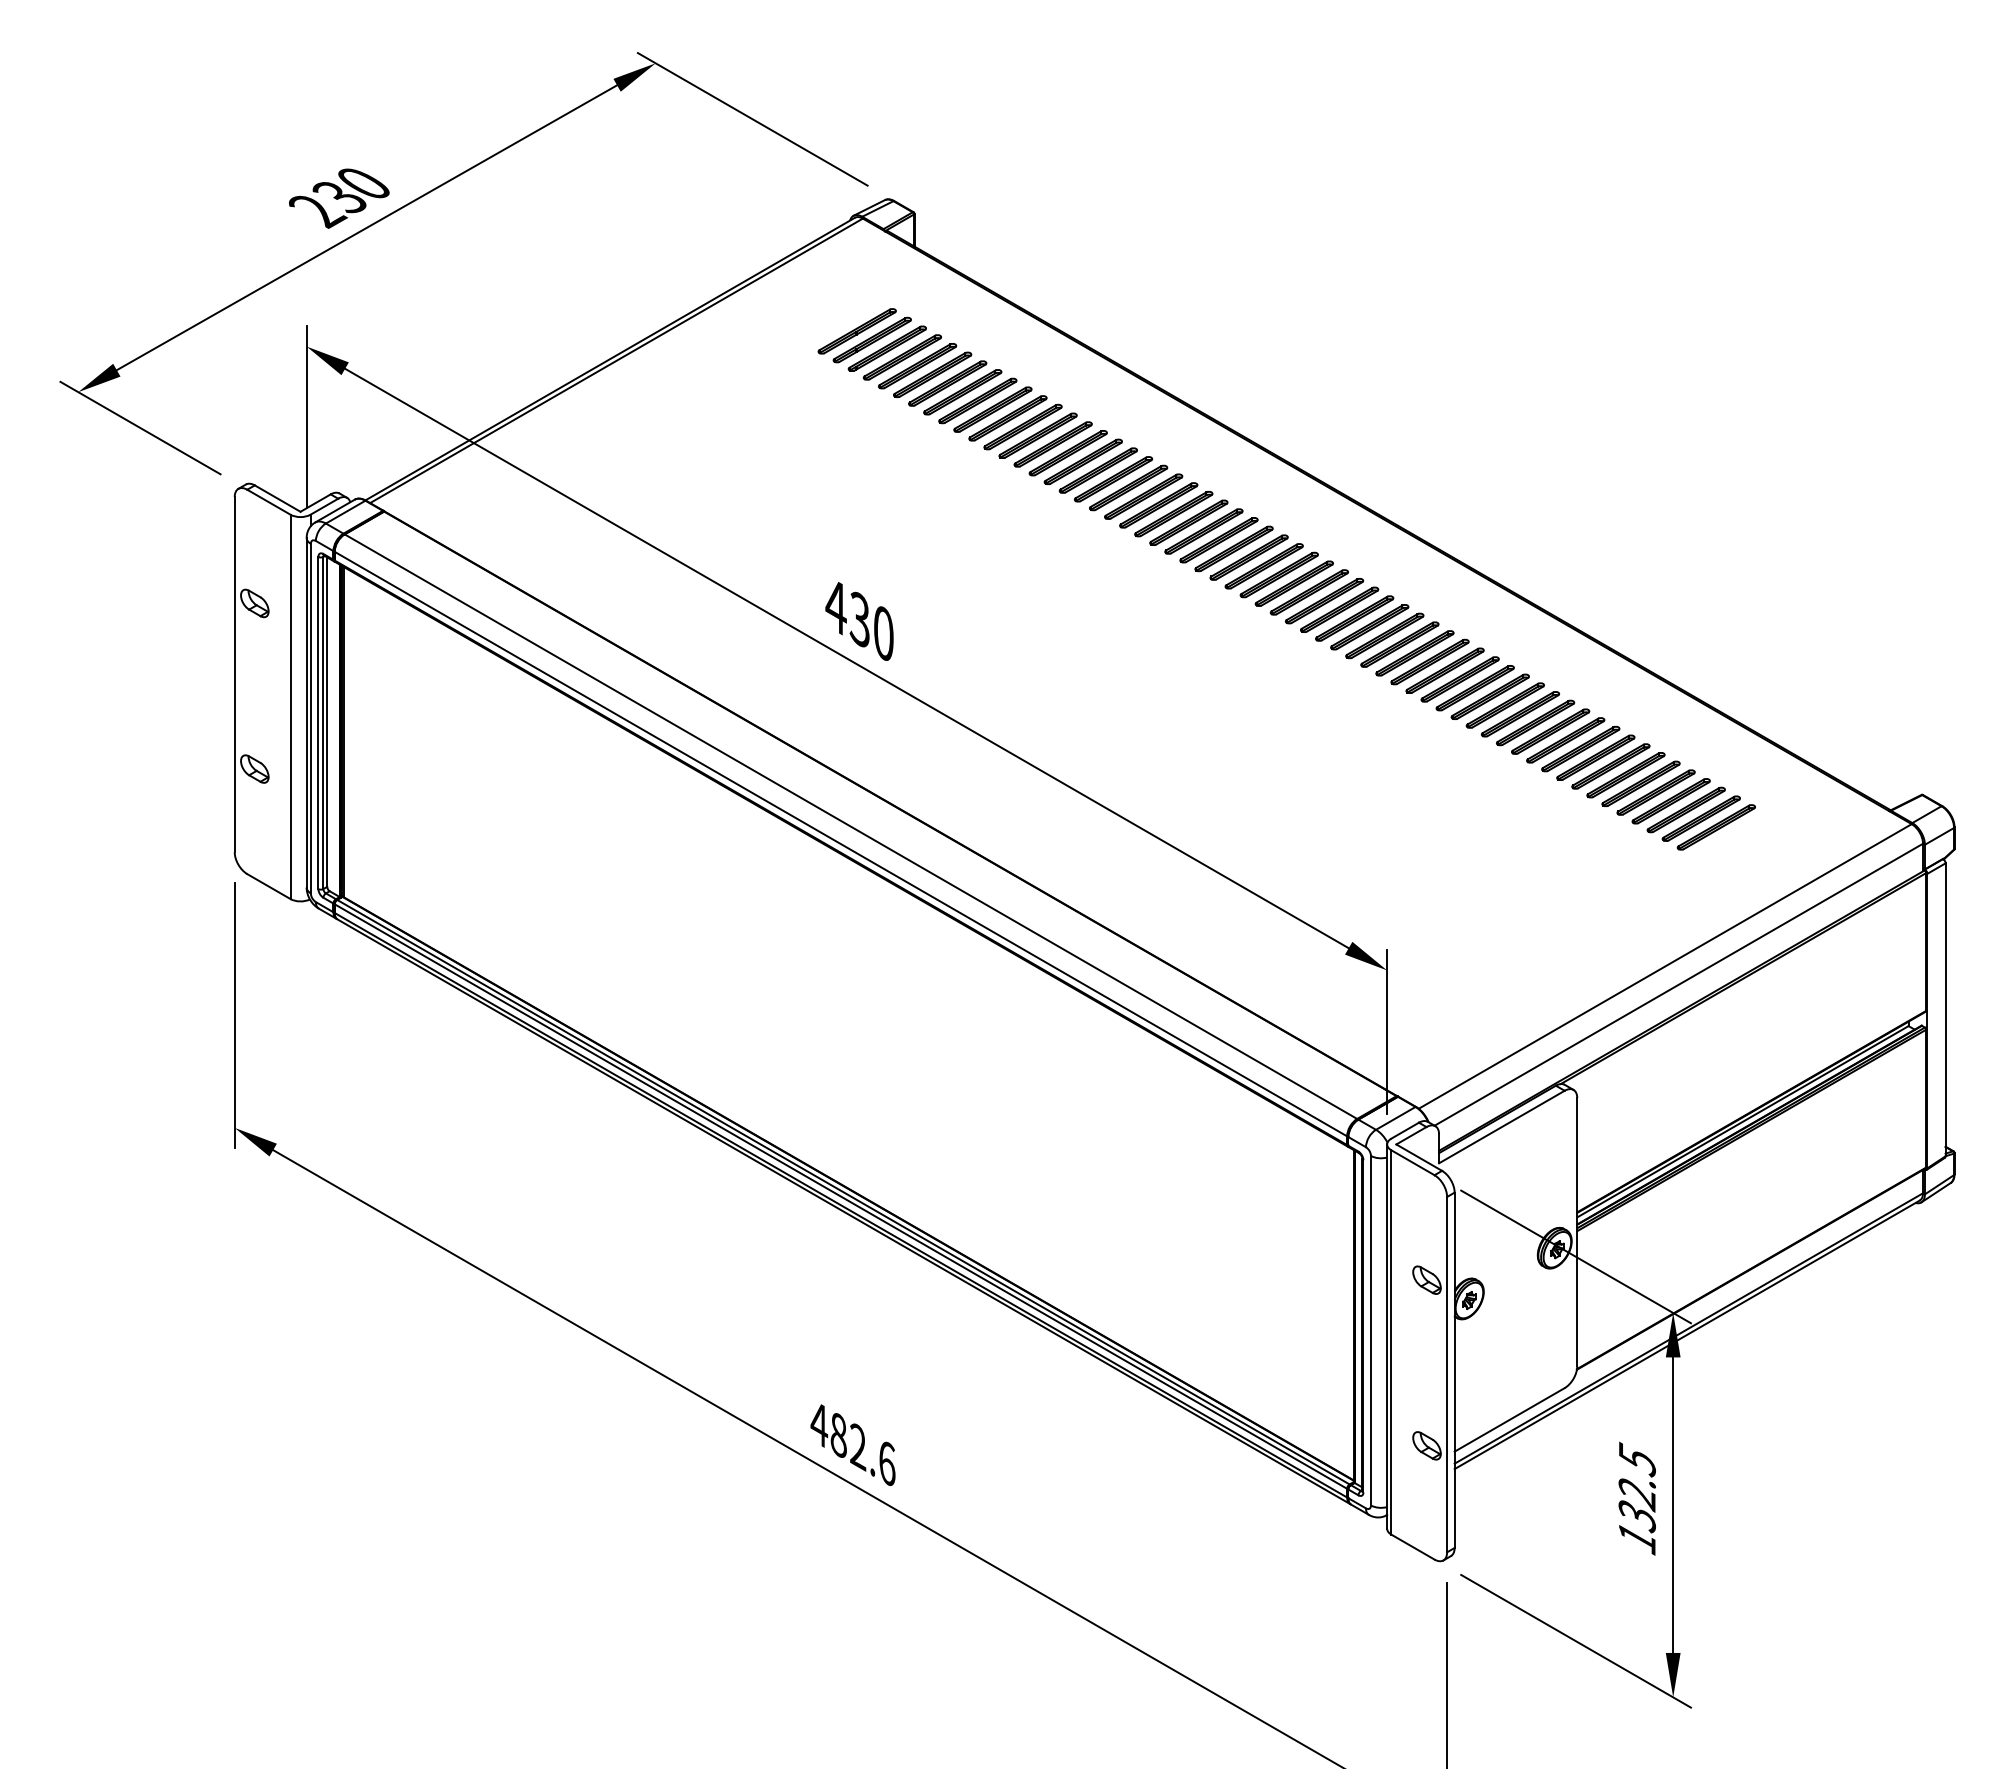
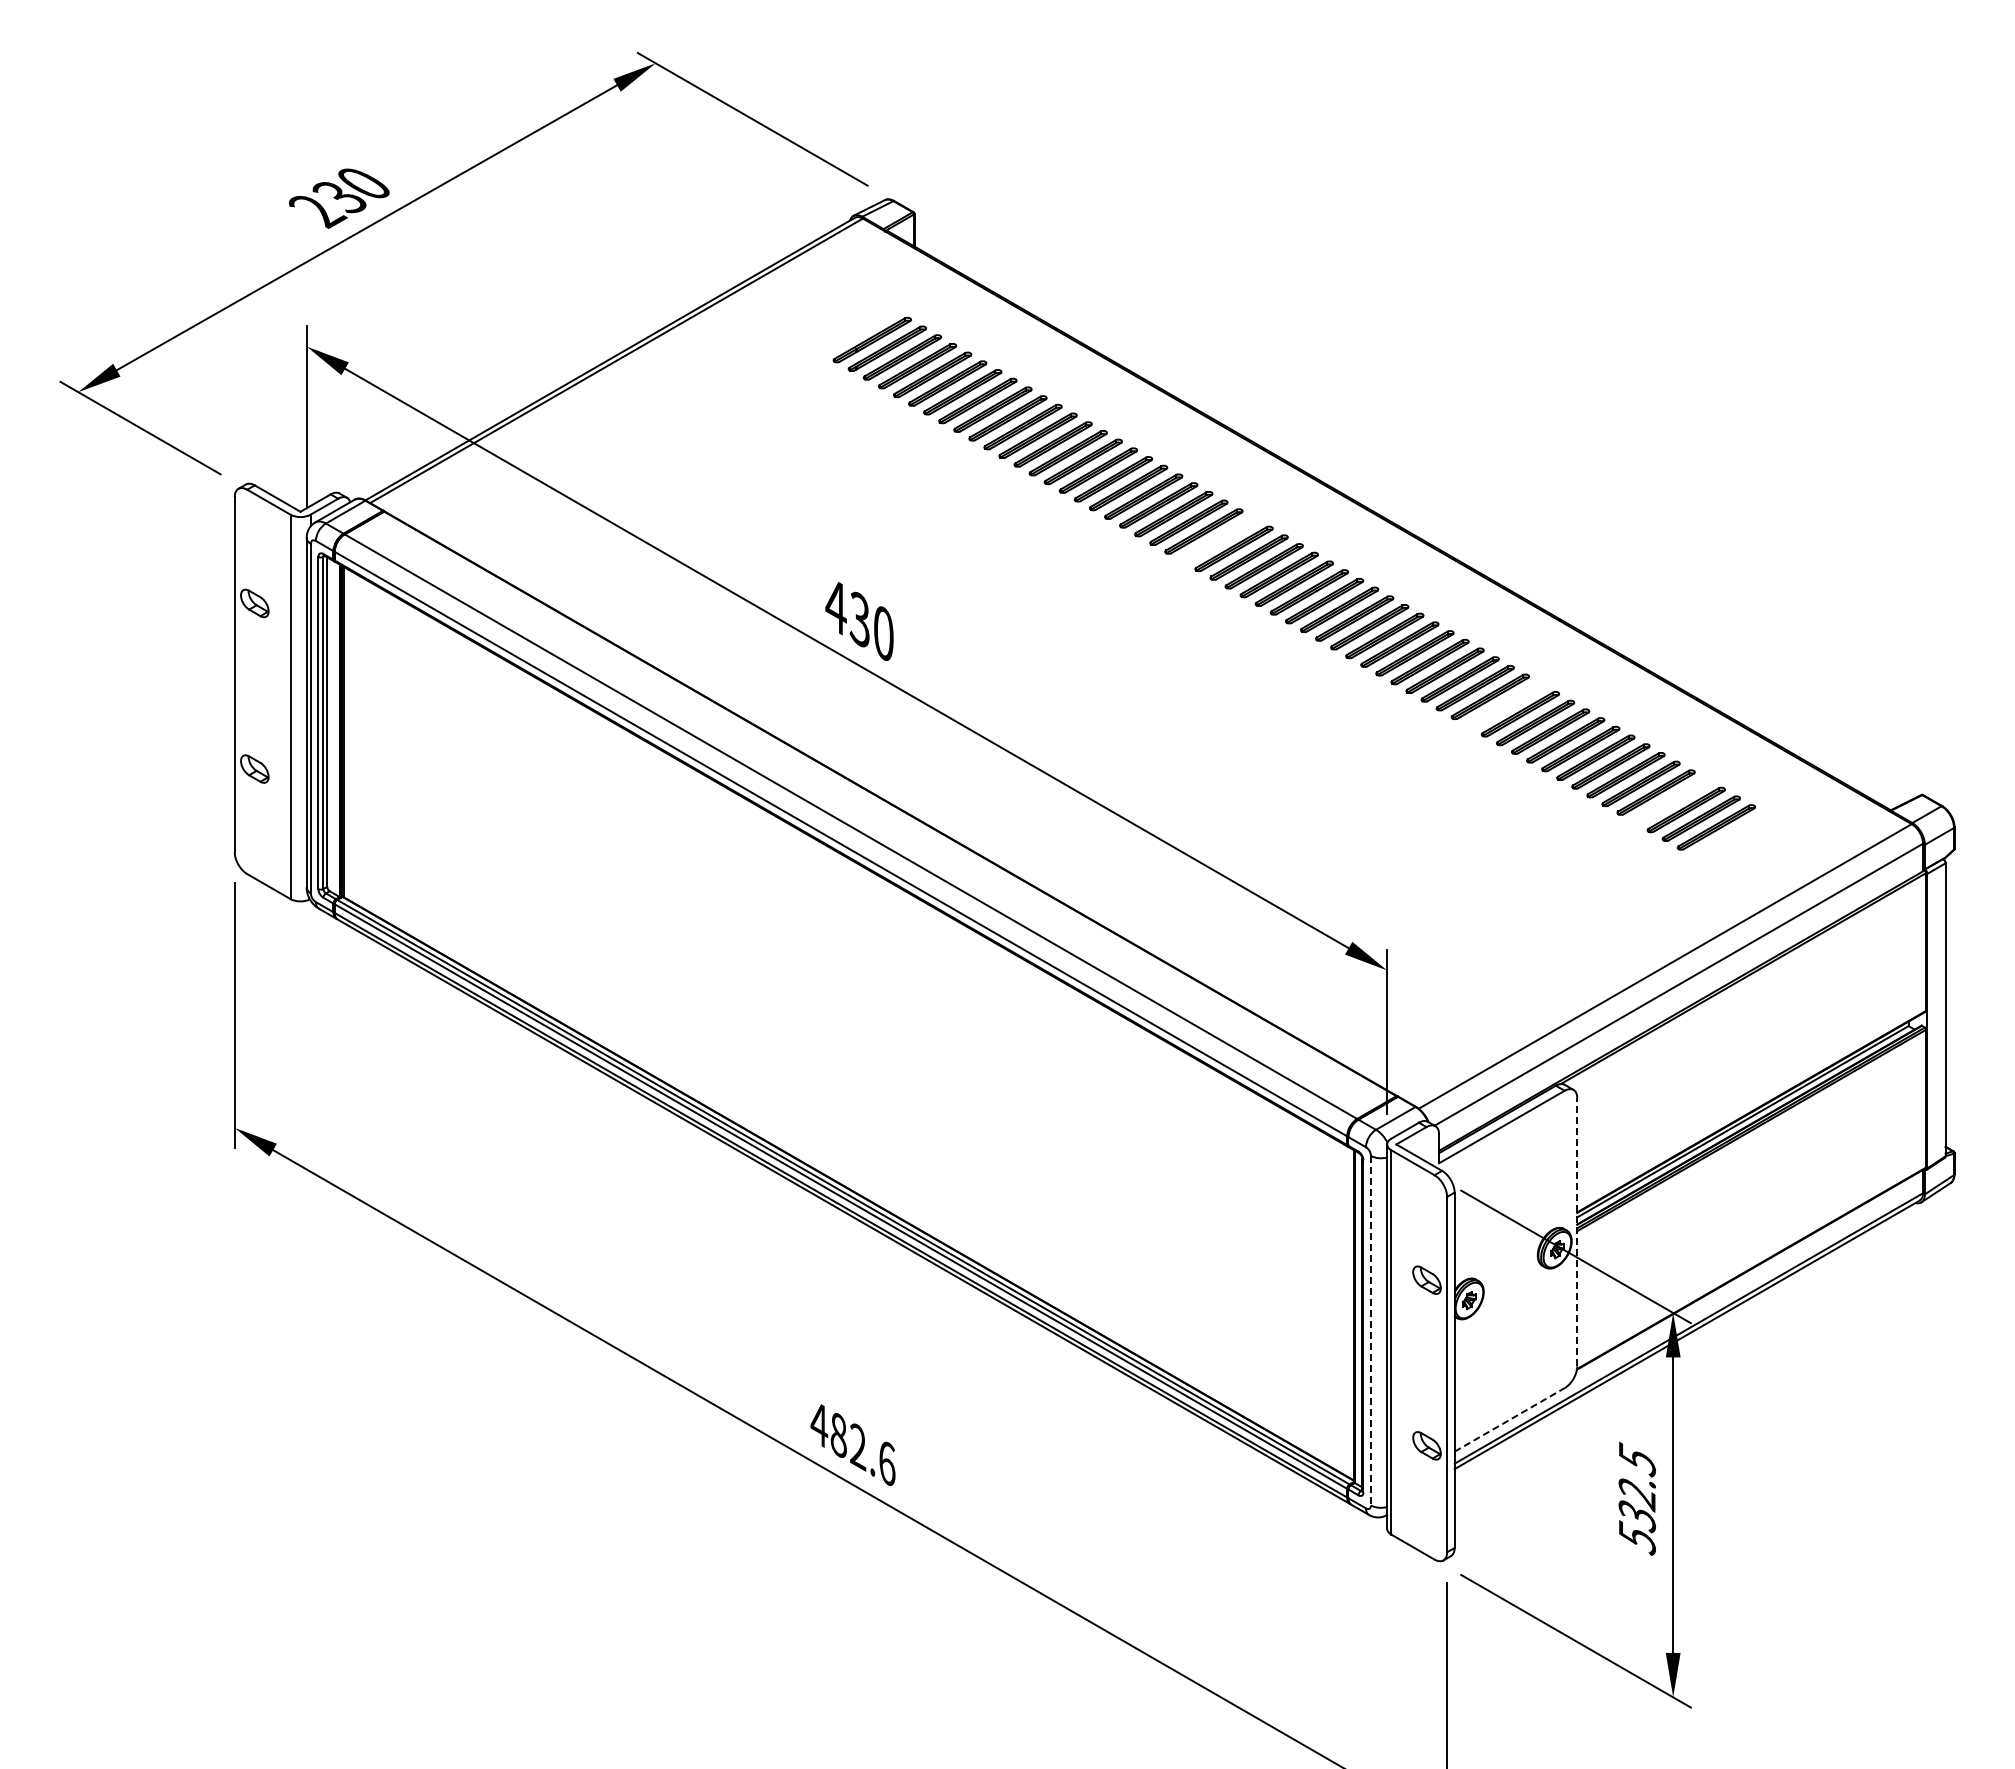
part at (856, 331): present -> none
part at (1218, 540): present -> none
part at (1504, 705): present -> none
part at (1670, 801): present -> none
line at (1577, 1231): solid -> dashed
line at (1371, 1330): solid -> dashed
line at (1509, 1419): solid -> dashed
text at (1637, 1537): 132.5 -> 532.5
